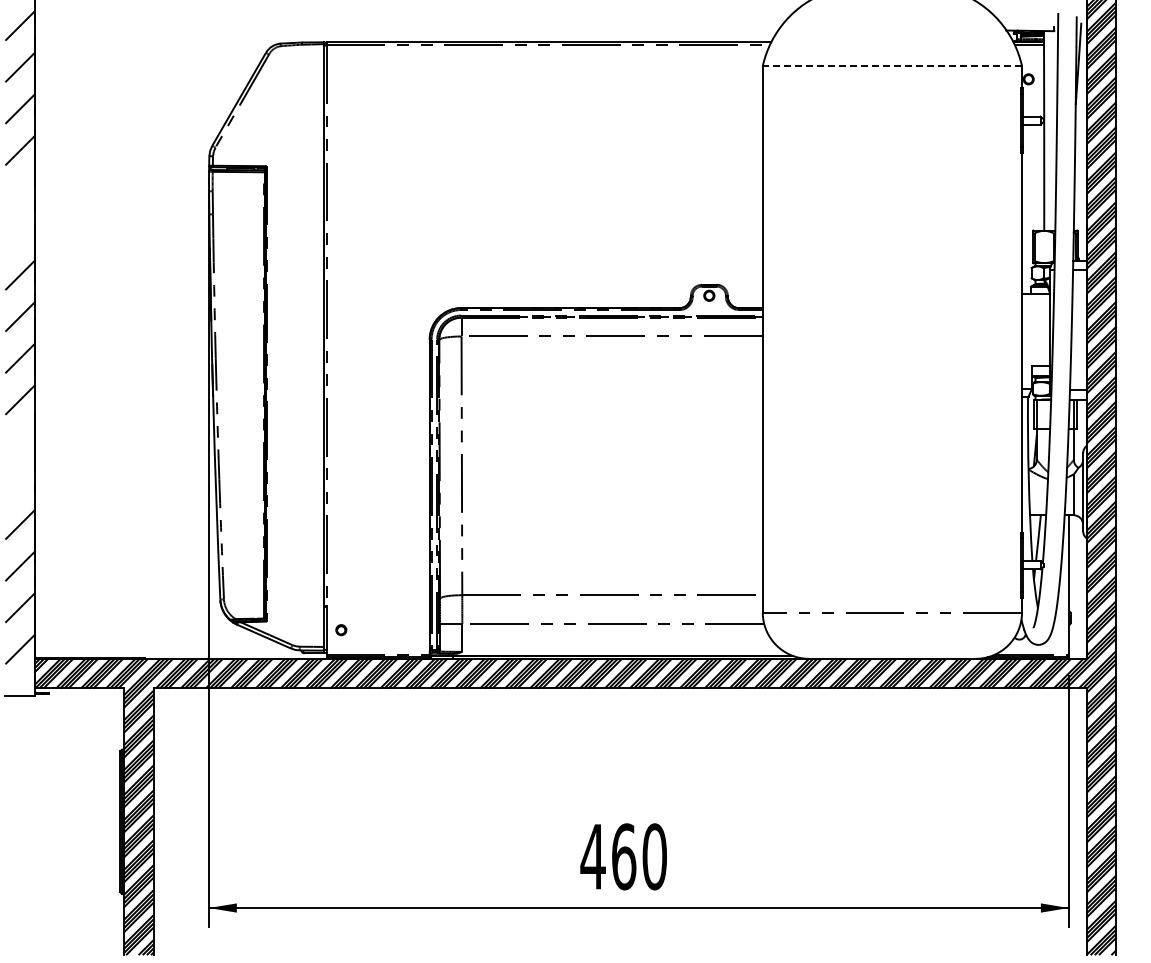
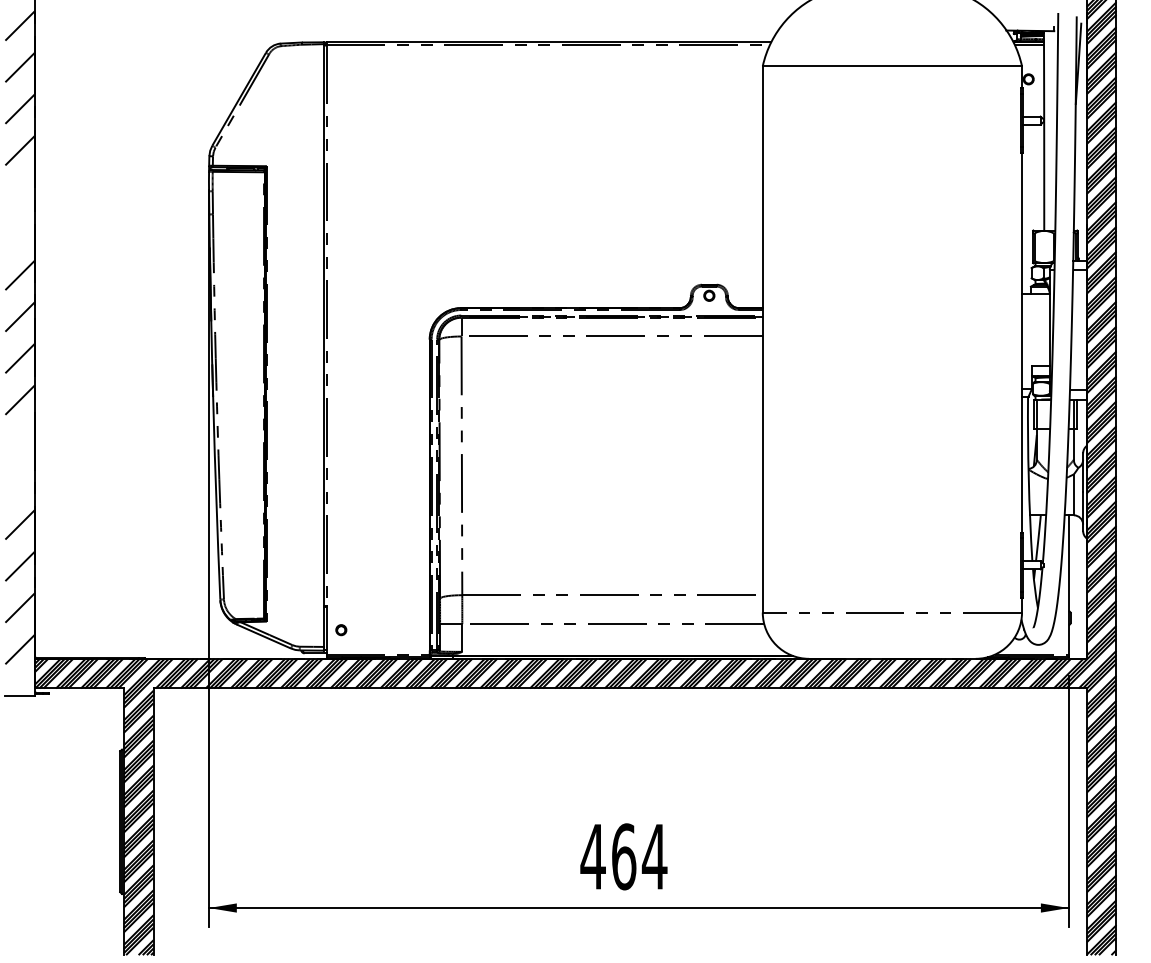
line at (892, 66): dashed -> solid
text at (654, 856): 460 -> 464
